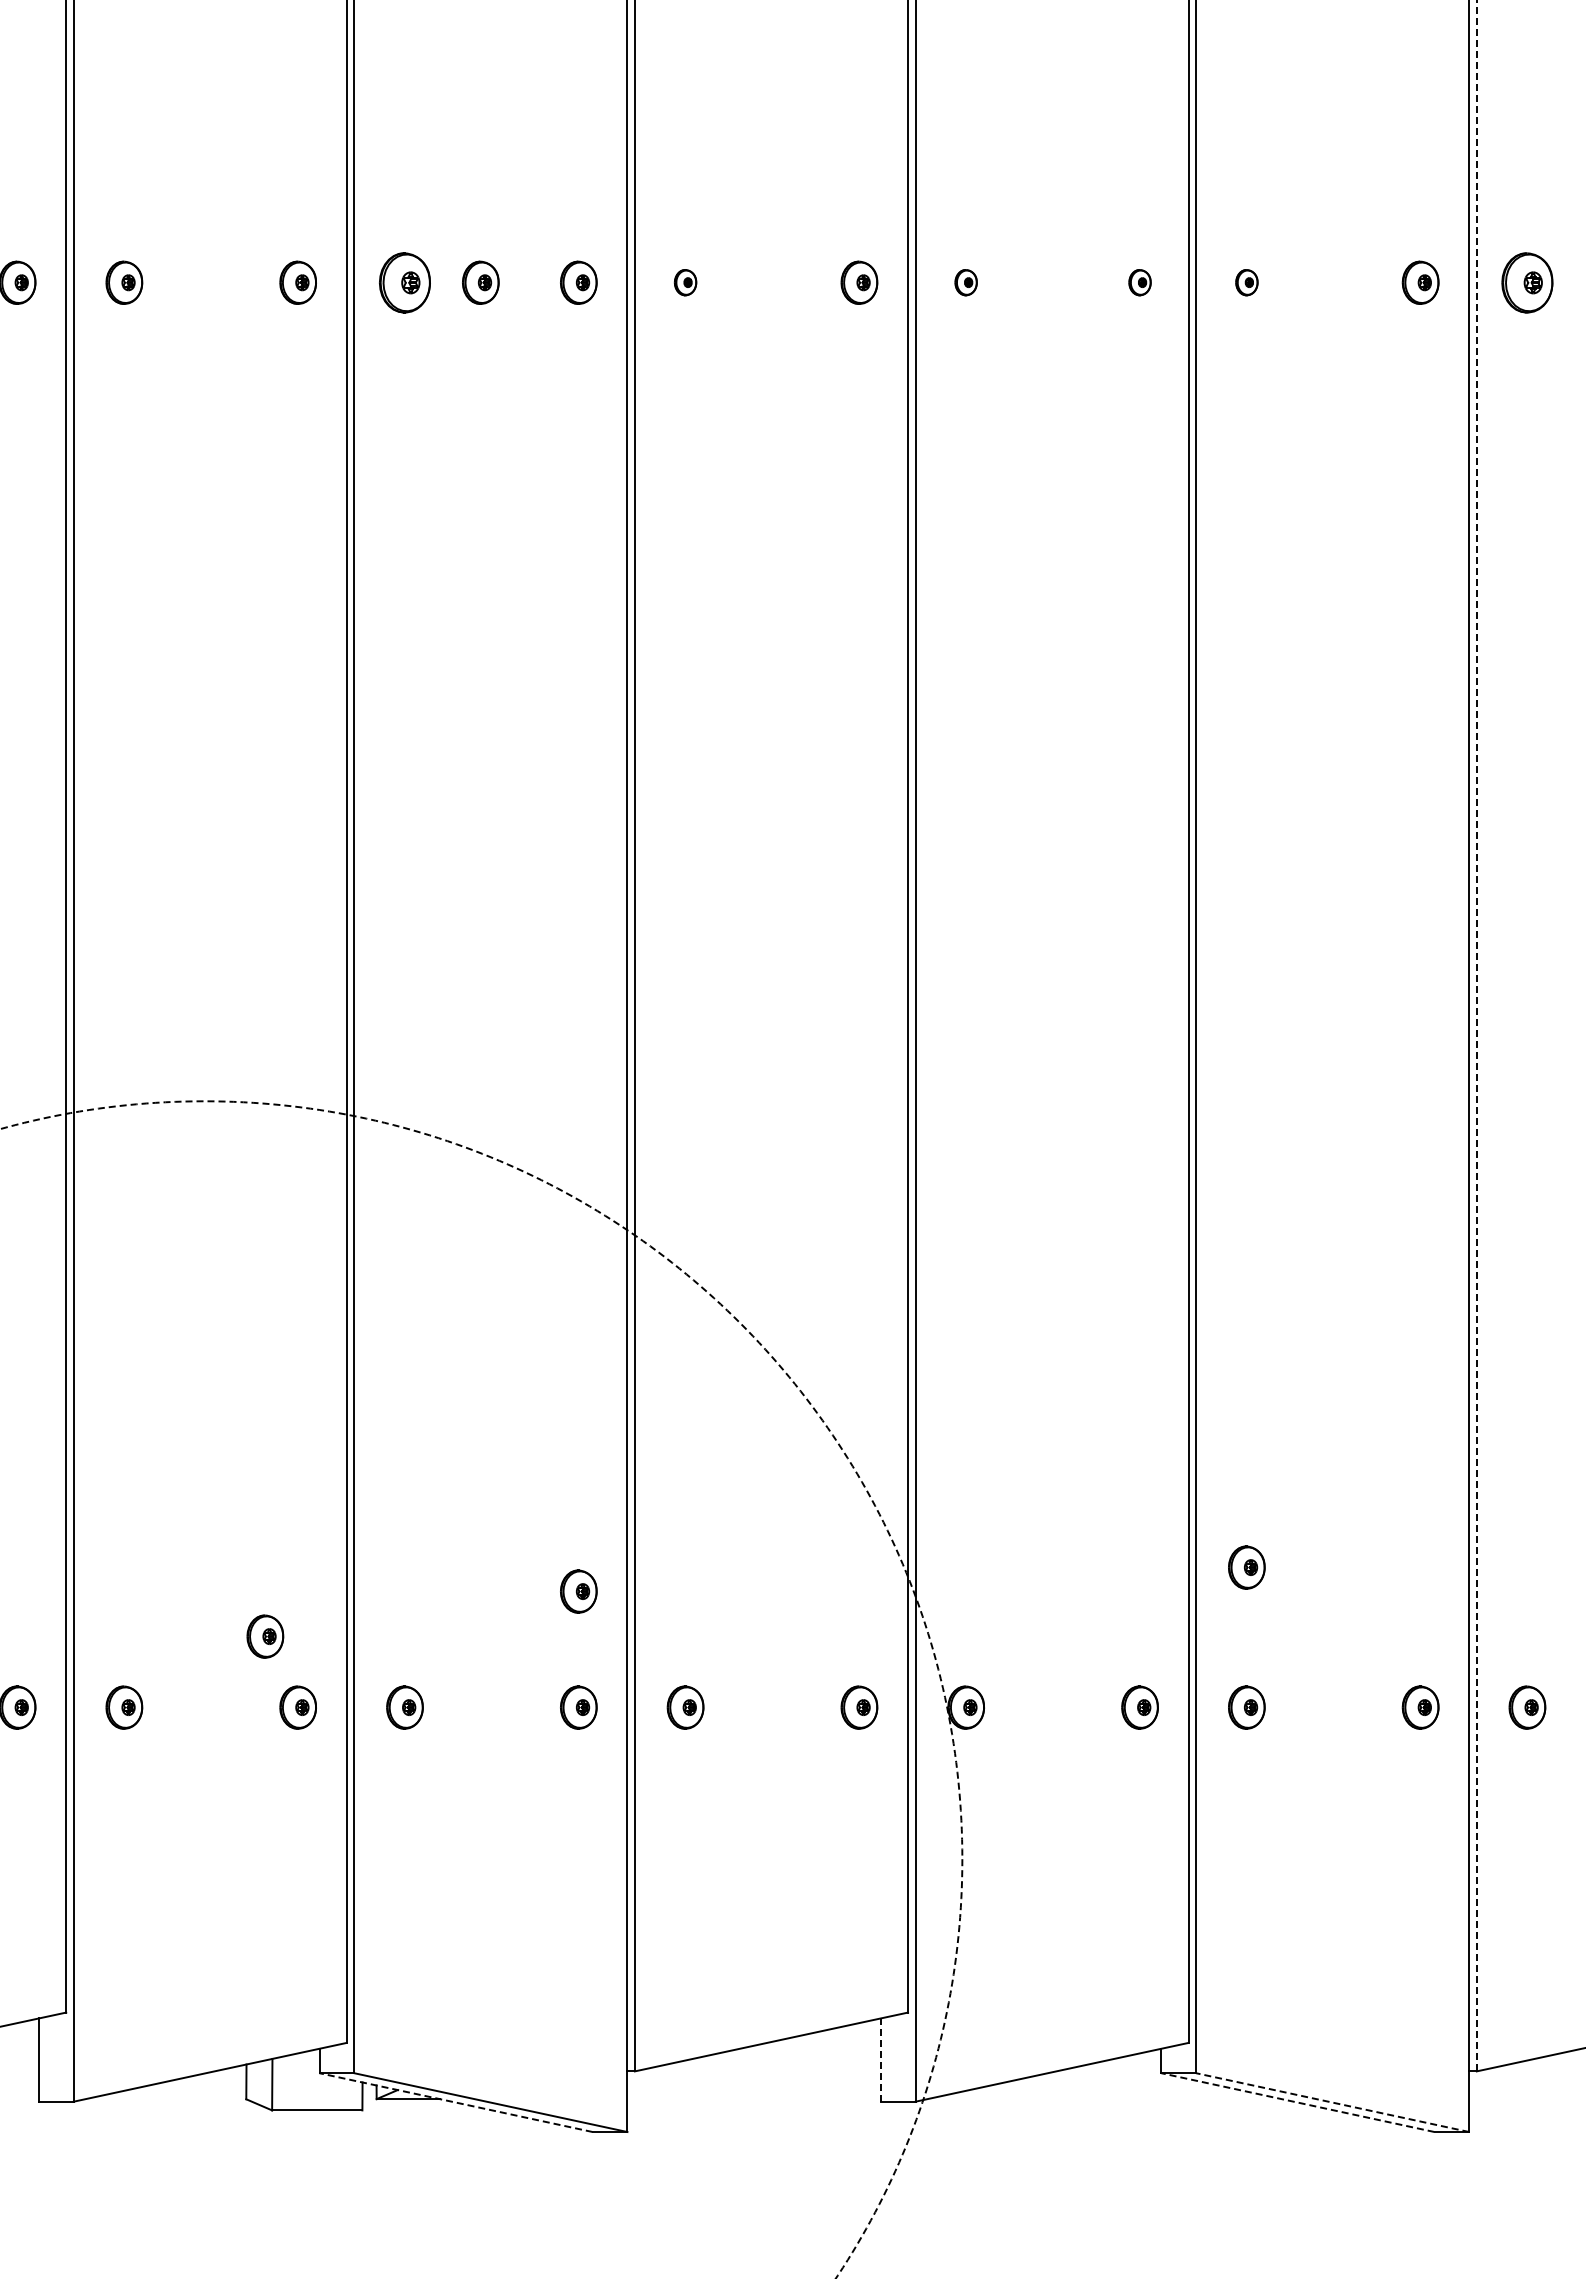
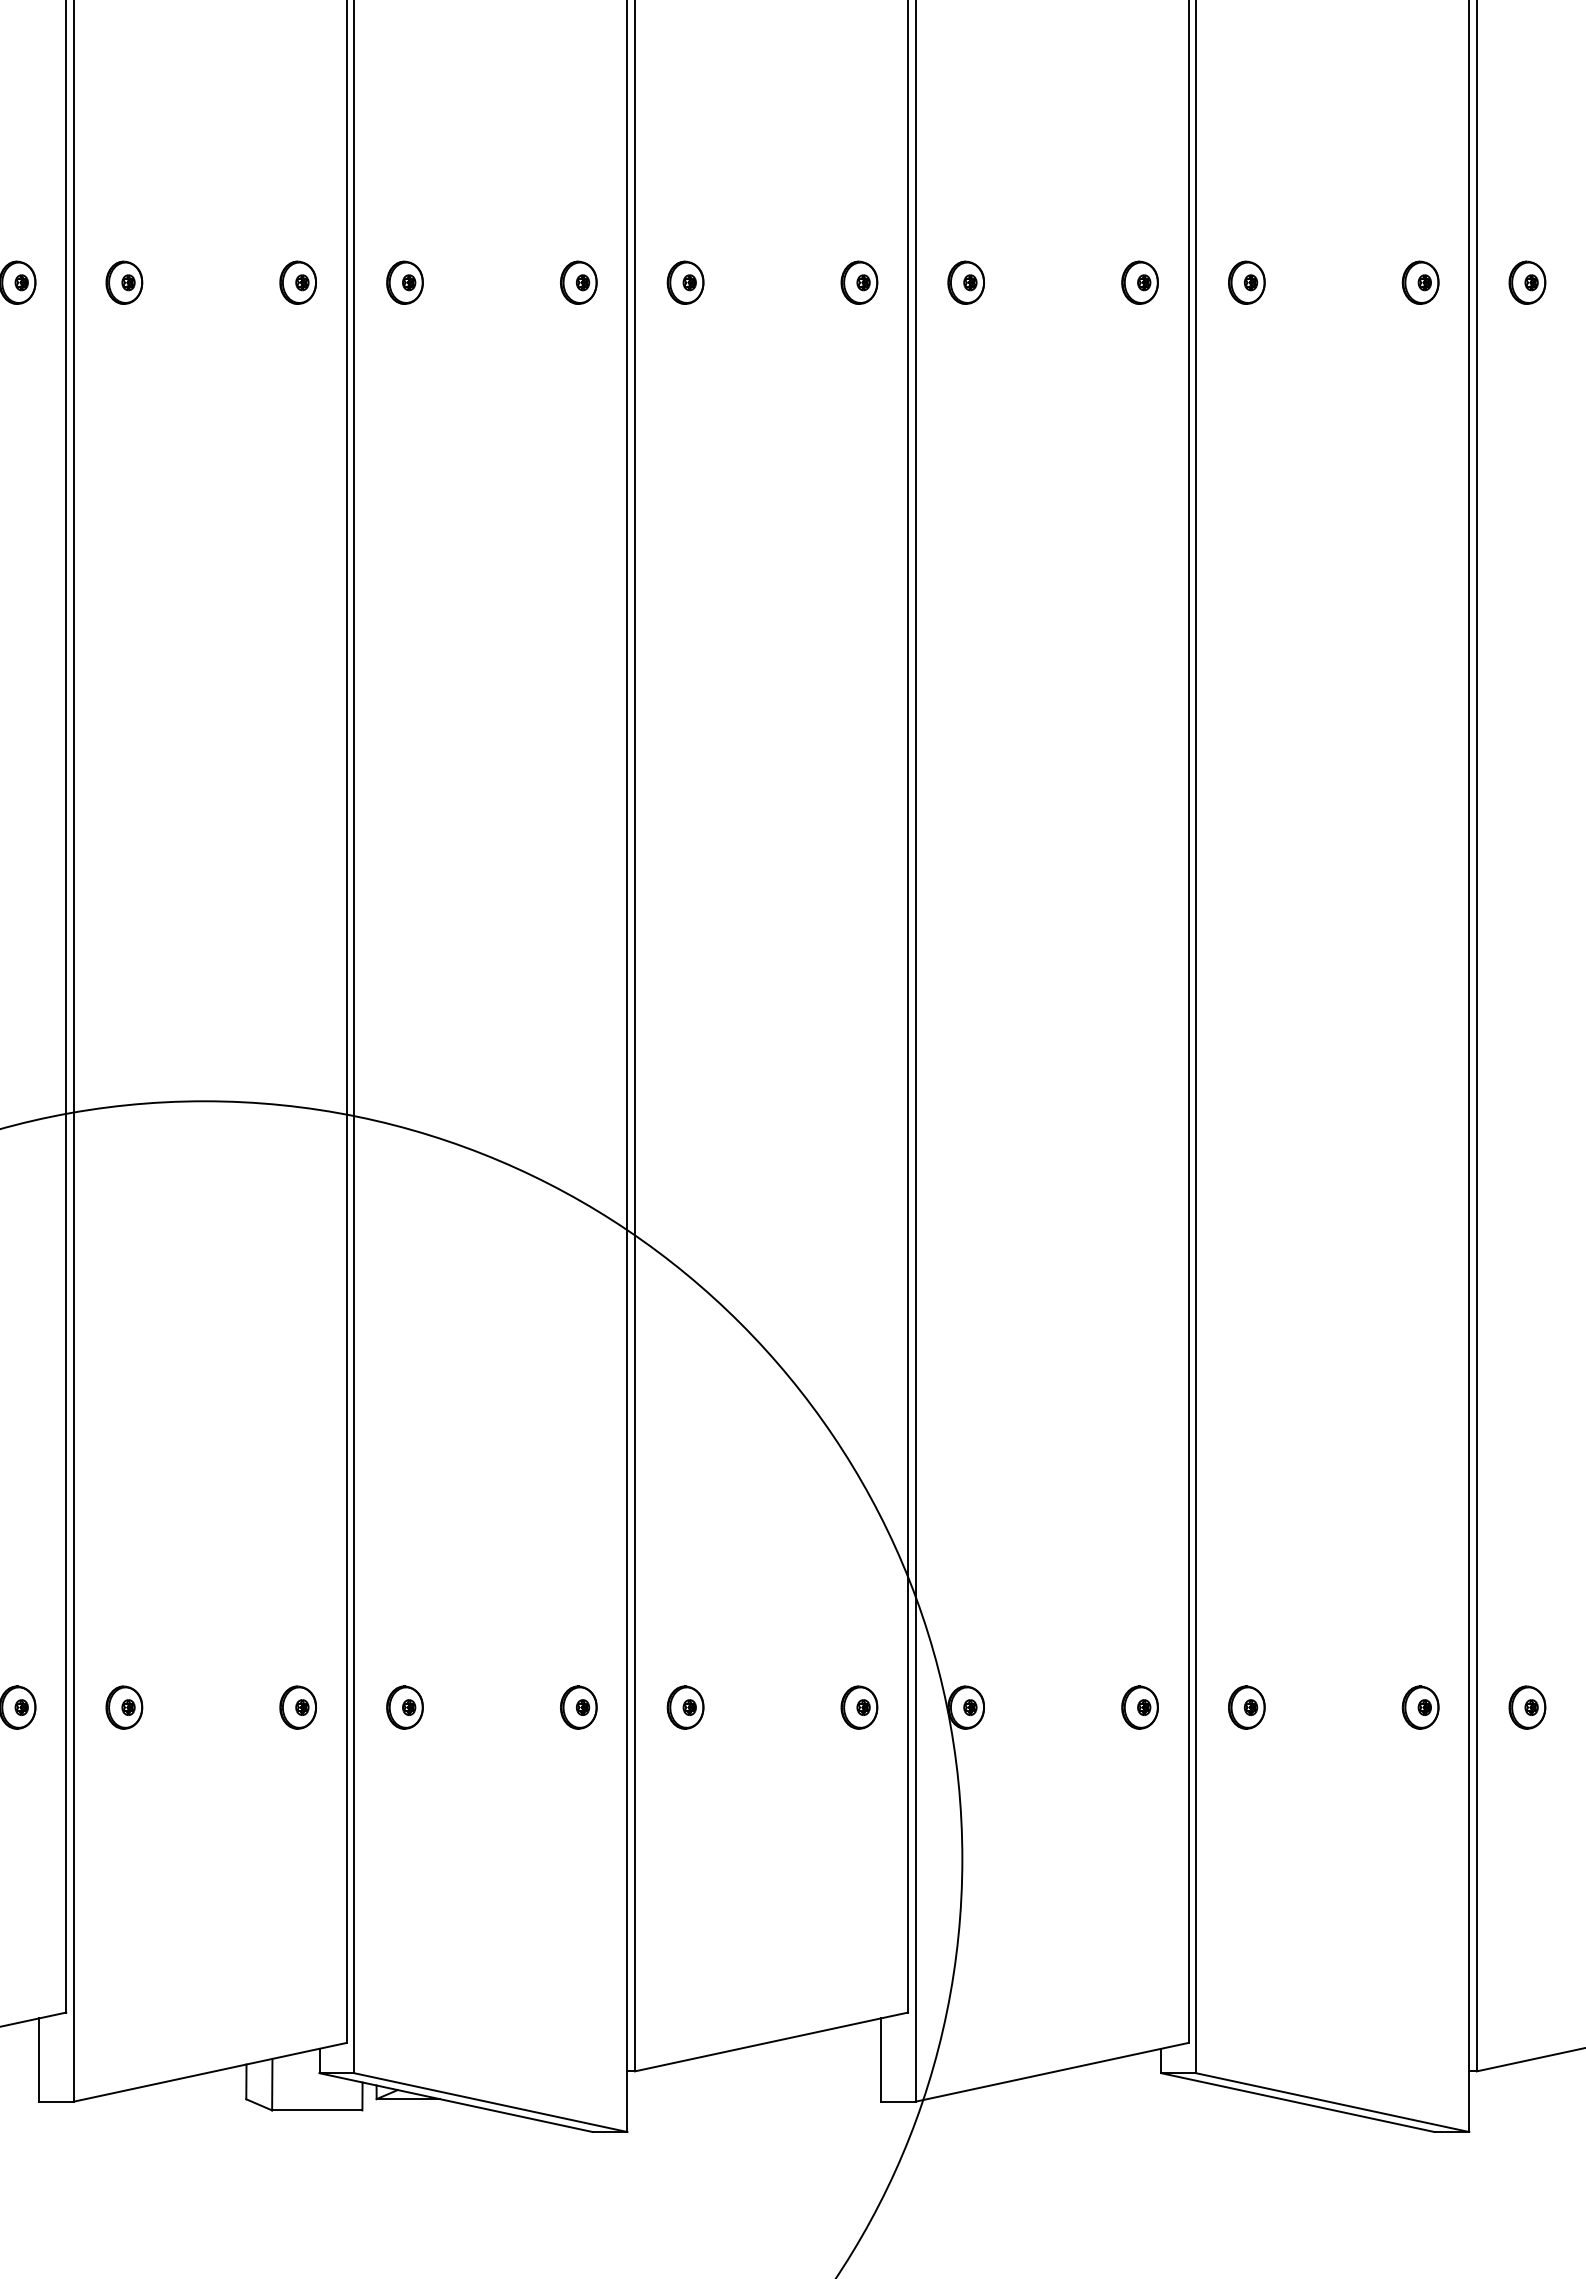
part at (404, 282) size: 52x62 px -> 38x45 px
part at (480, 282): present -> none
part at (685, 282) size: 25x28 px -> 39x45 px
part at (965, 282) size: 24x28 px -> 38x45 px
part at (1139, 282) size: 24x28 px -> 38x45 px
part at (1246, 282) size: 24x28 px -> 38x45 px
part at (1527, 282) size: 53x62 px -> 39x45 px
line at (1476, 1035): dashed -> solid
part at (1246, 1567): present -> none
part at (578, 1591): present -> none
part at (265, 1636): present -> none
circle at (481, 1689): dashed -> solid
line at (880, 2060): dashed -> solid
line at (456, 2102): dashed -> solid
line at (1297, 2102): dashed -> solid
line at (1332, 2102): dashed -> solid
